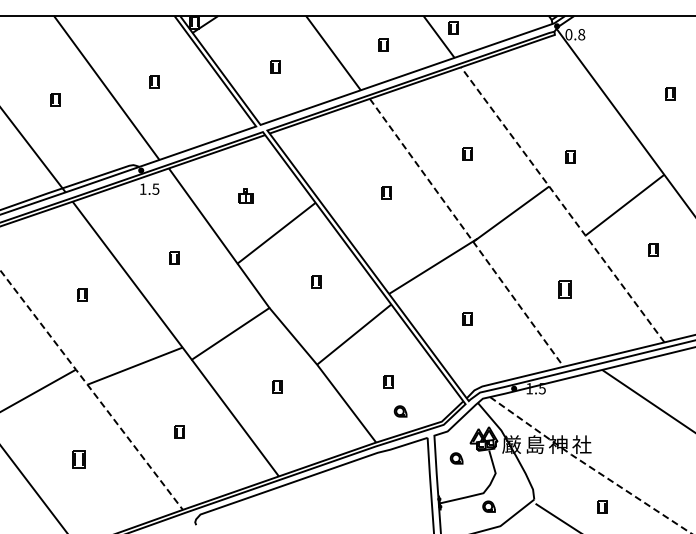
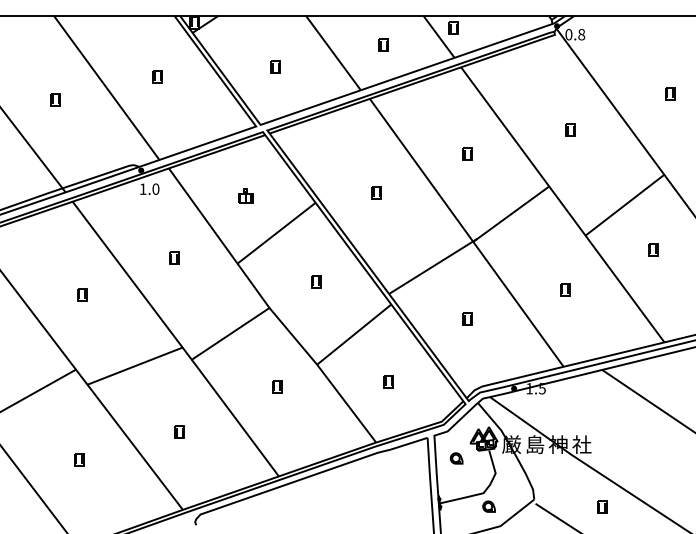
part at (154, 81) position: (154, 81) -> (157, 76)
part at (570, 156) position: (570, 156) -> (570, 129)
text at (155, 188): 1.5 -> 1.0
part at (386, 192) position: (386, 192) -> (376, 192)
line at (562, 204): dashed -> solid
line at (467, 234): dashed -> solid
part at (564, 289) size: 14x19 px -> 11x14 px
line at (91, 389): dashed -> solid
part at (400, 411): present -> none
part at (78, 459) size: 14x19 px -> 11x14 px
line at (589, 466): dashed -> solid
